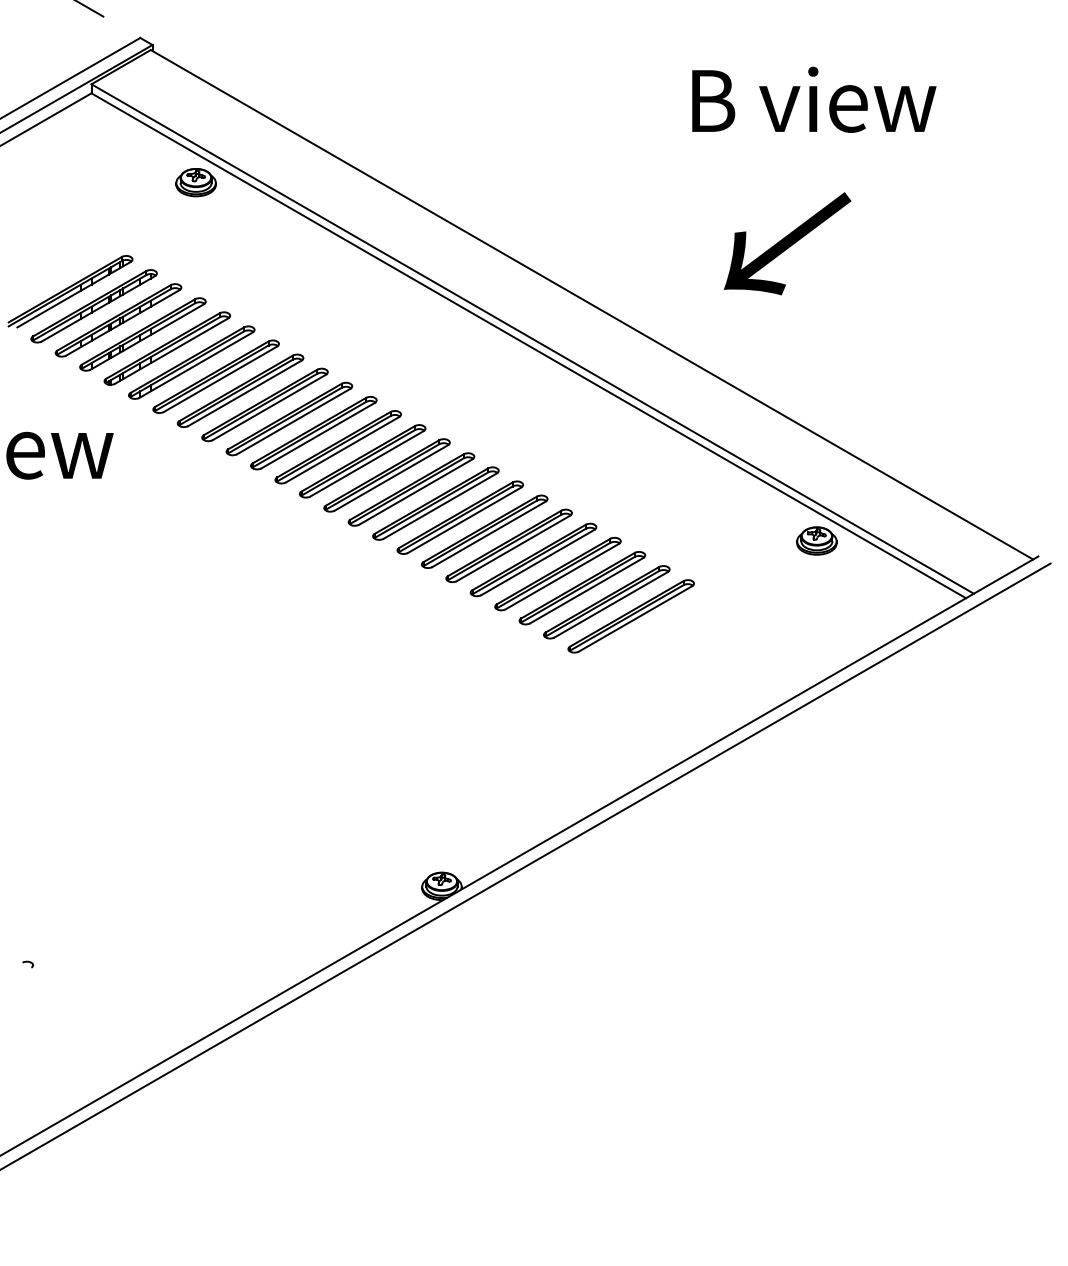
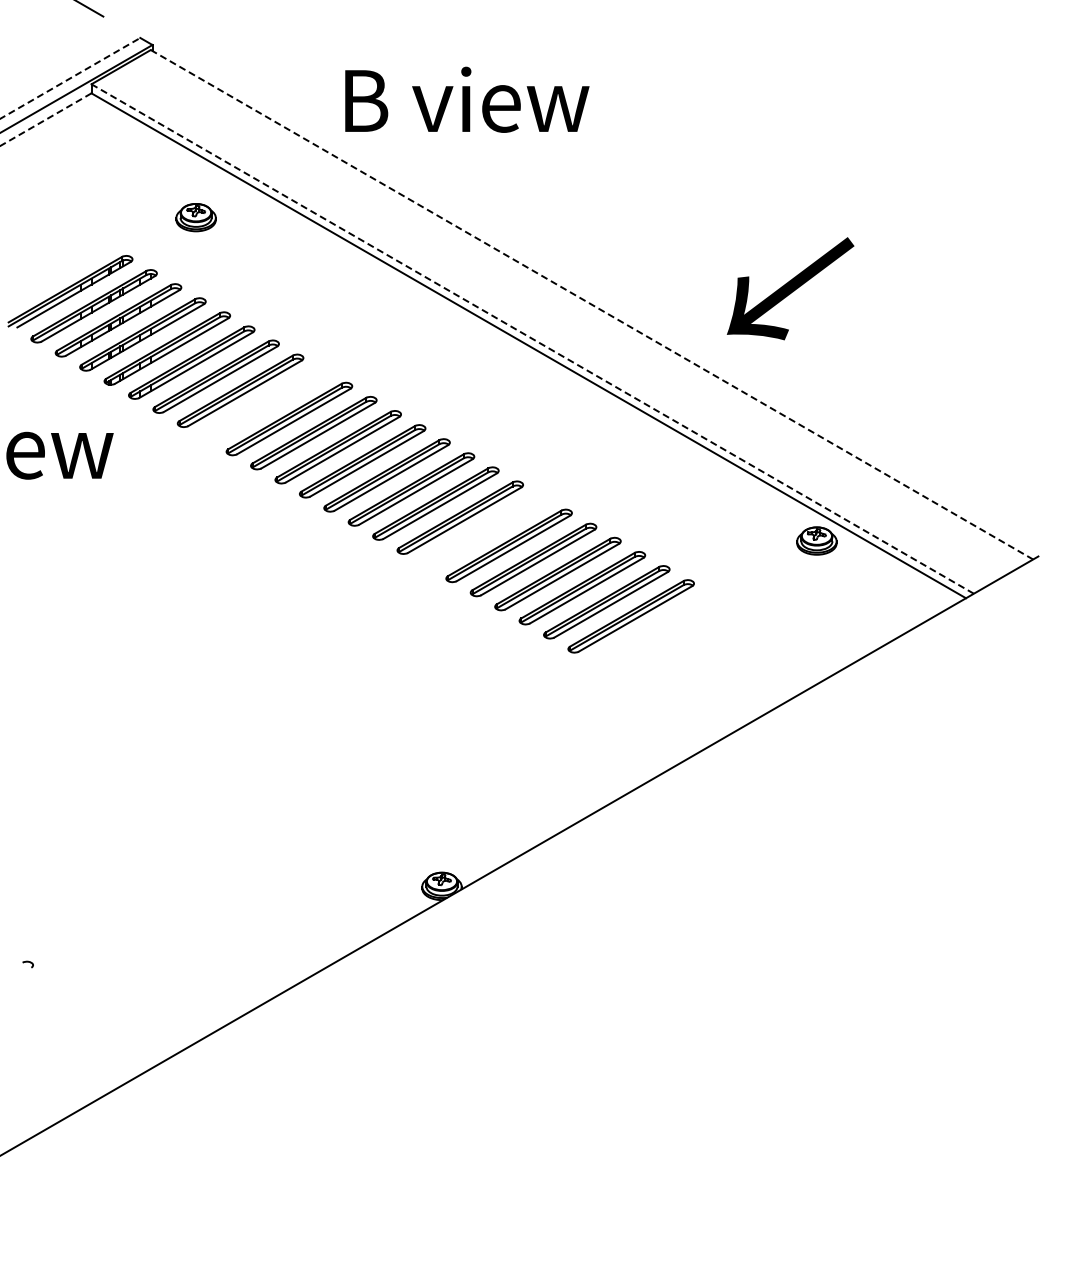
line at (70, 78): solid -> dashed
text at (814, 99) position: (814, 99) -> (467, 99)
line at (45, 119): solid -> dashed
part at (195, 182) position: (195, 182) -> (195, 217)
text at (787, 243) position: (787, 243) -> (790, 288)
line at (592, 305): solid -> dashed
line at (532, 338): solid -> dashed
part at (264, 404): present -> none
part at (484, 531): present -> none
line at (526, 865): present -> none
